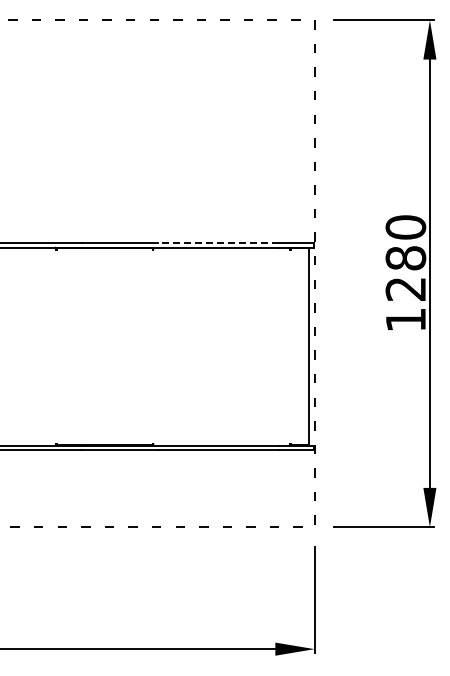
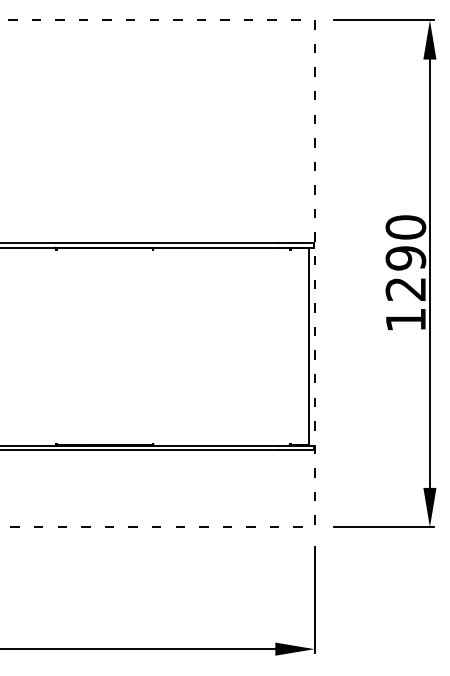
line at (218, 242): dashed -> solid
text at (405, 258): 1280 -> 1290
